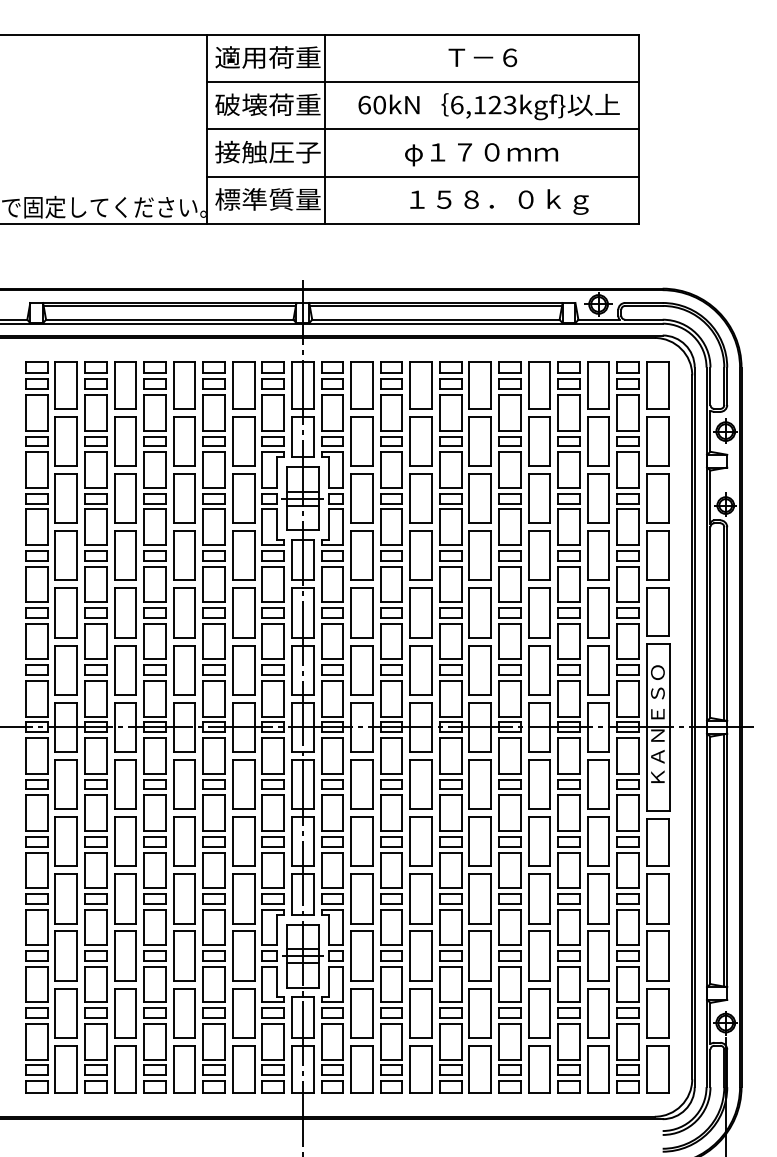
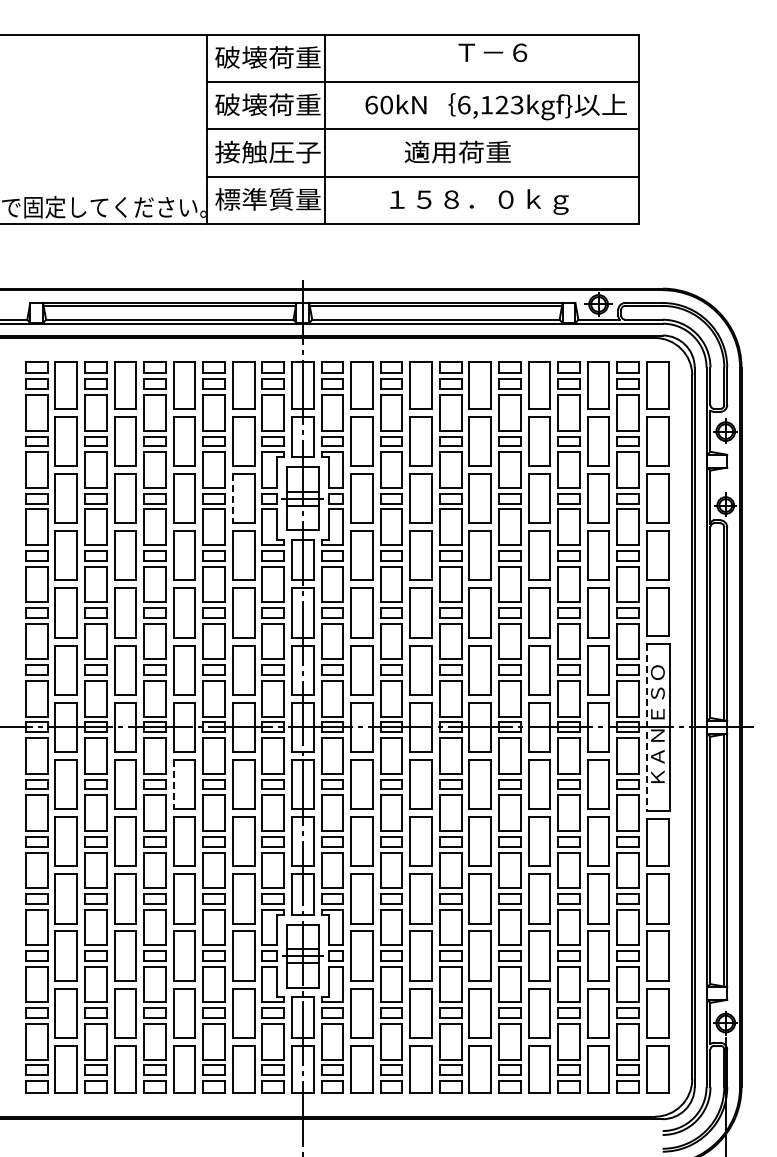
text at (241, 57): 適用荷重 -> 破壊荷重
text at (482, 57) position: (482, 57) -> (492, 52)
text at (488, 106) position: (488, 106) -> (495, 106)
text at (481, 153): φ１７０ｍｍ -> 適用荷重
text at (499, 201) position: (499, 201) -> (479, 201)
line at (232, 498): solid -> dashed
line at (646, 727): solid -> dashed
line at (173, 784): solid -> dashed
